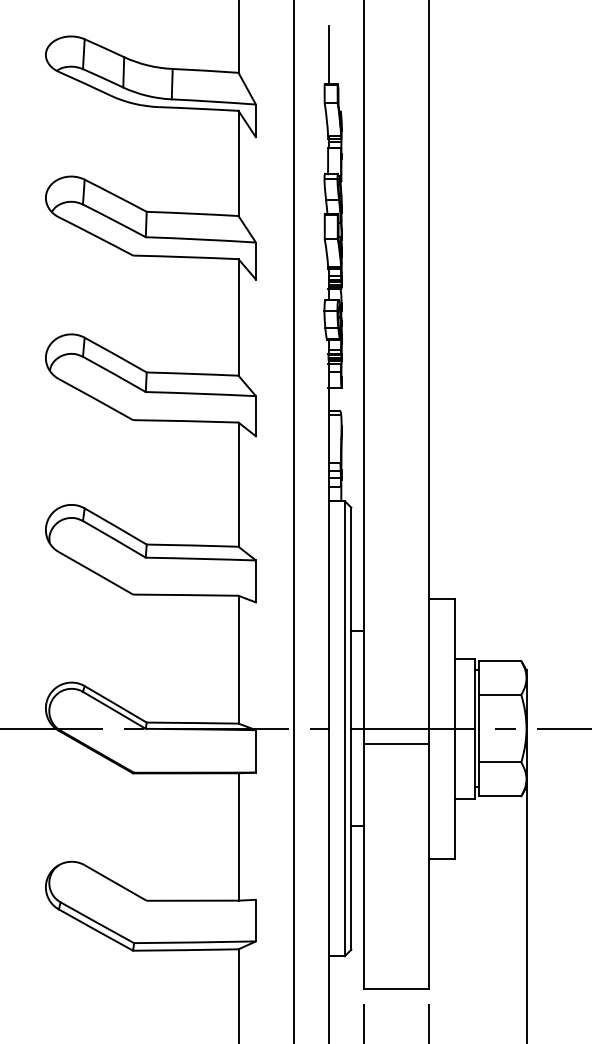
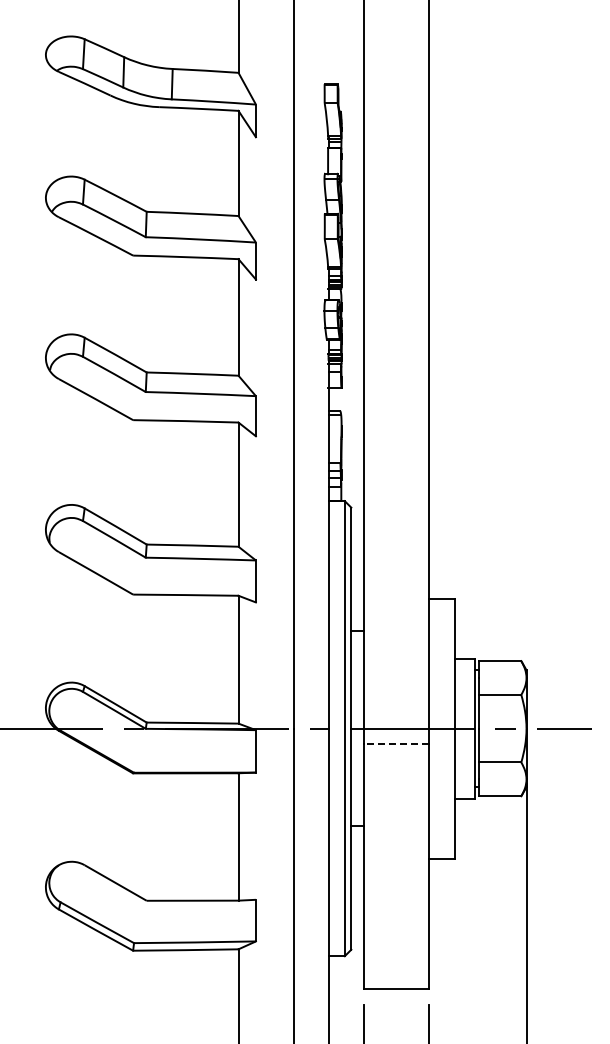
line at (328, 54): present -> none
line at (396, 744): solid -> dashed
